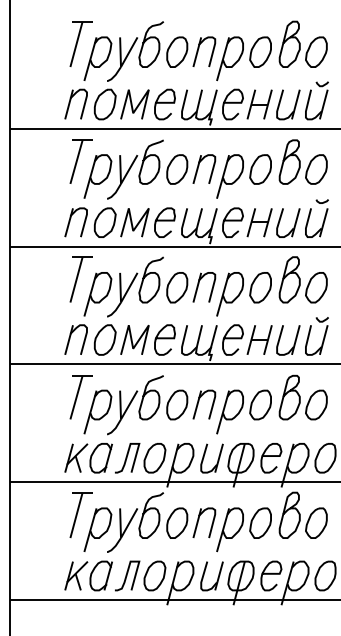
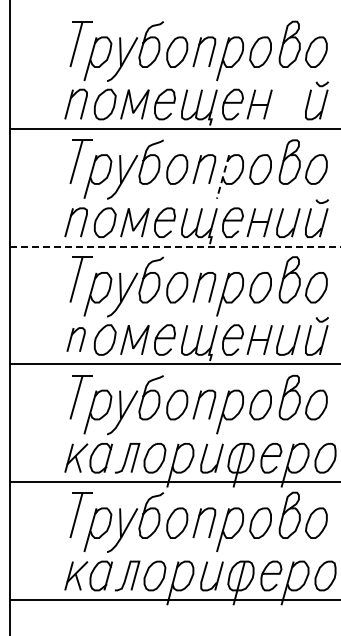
part at (294, 105): present -> none
line at (223, 176): solid -> dashed
line at (175, 246): solid -> dashed
part at (75, 339) size: 24x31 px -> 20x25 px
